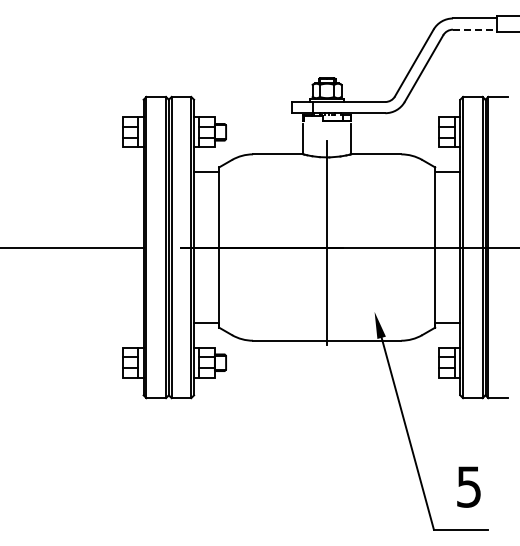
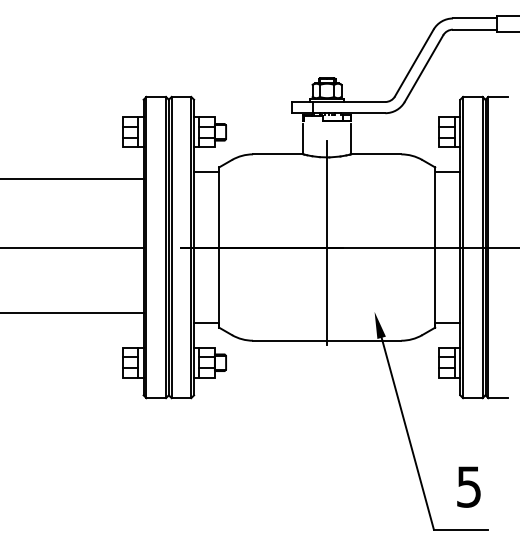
line at (475, 29): dashed -> solid
line at (72, 178): none -> present
line at (72, 313): none -> present
